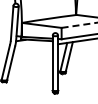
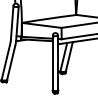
line at (80, 25): dashed -> solid
